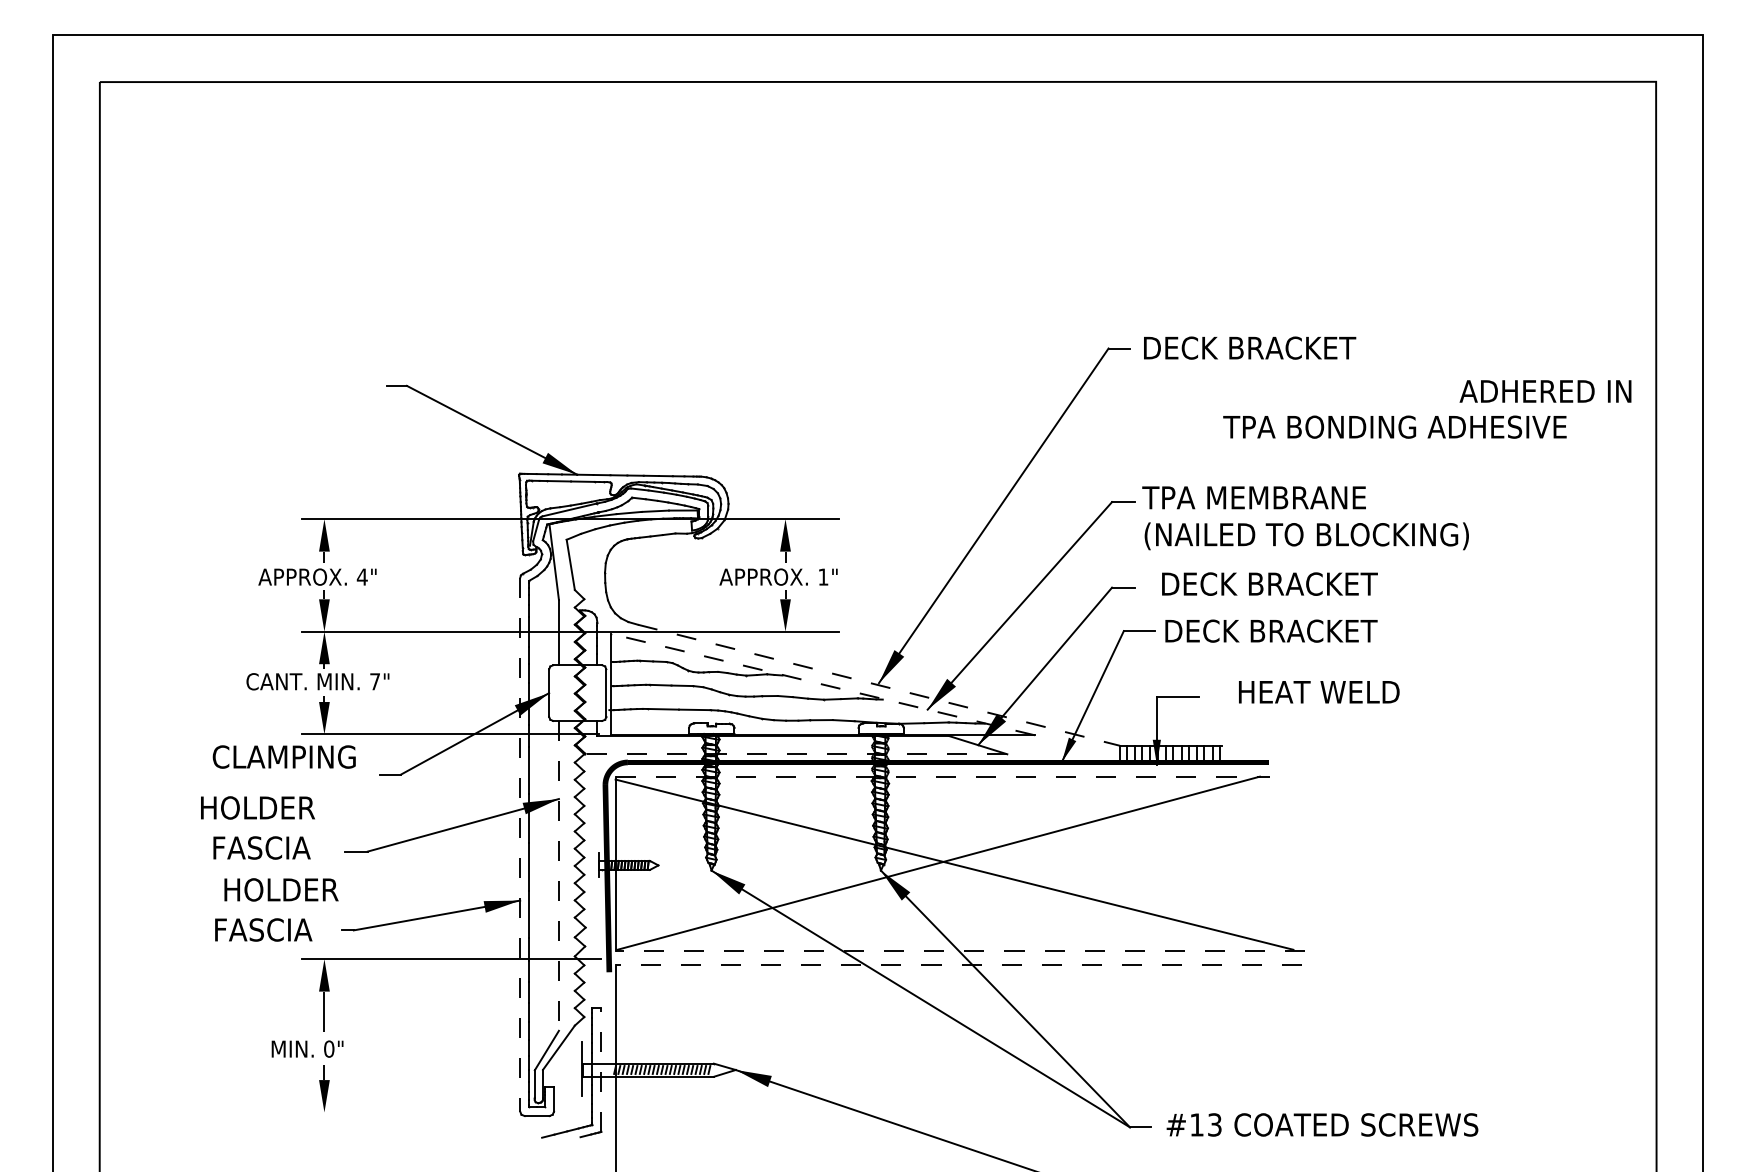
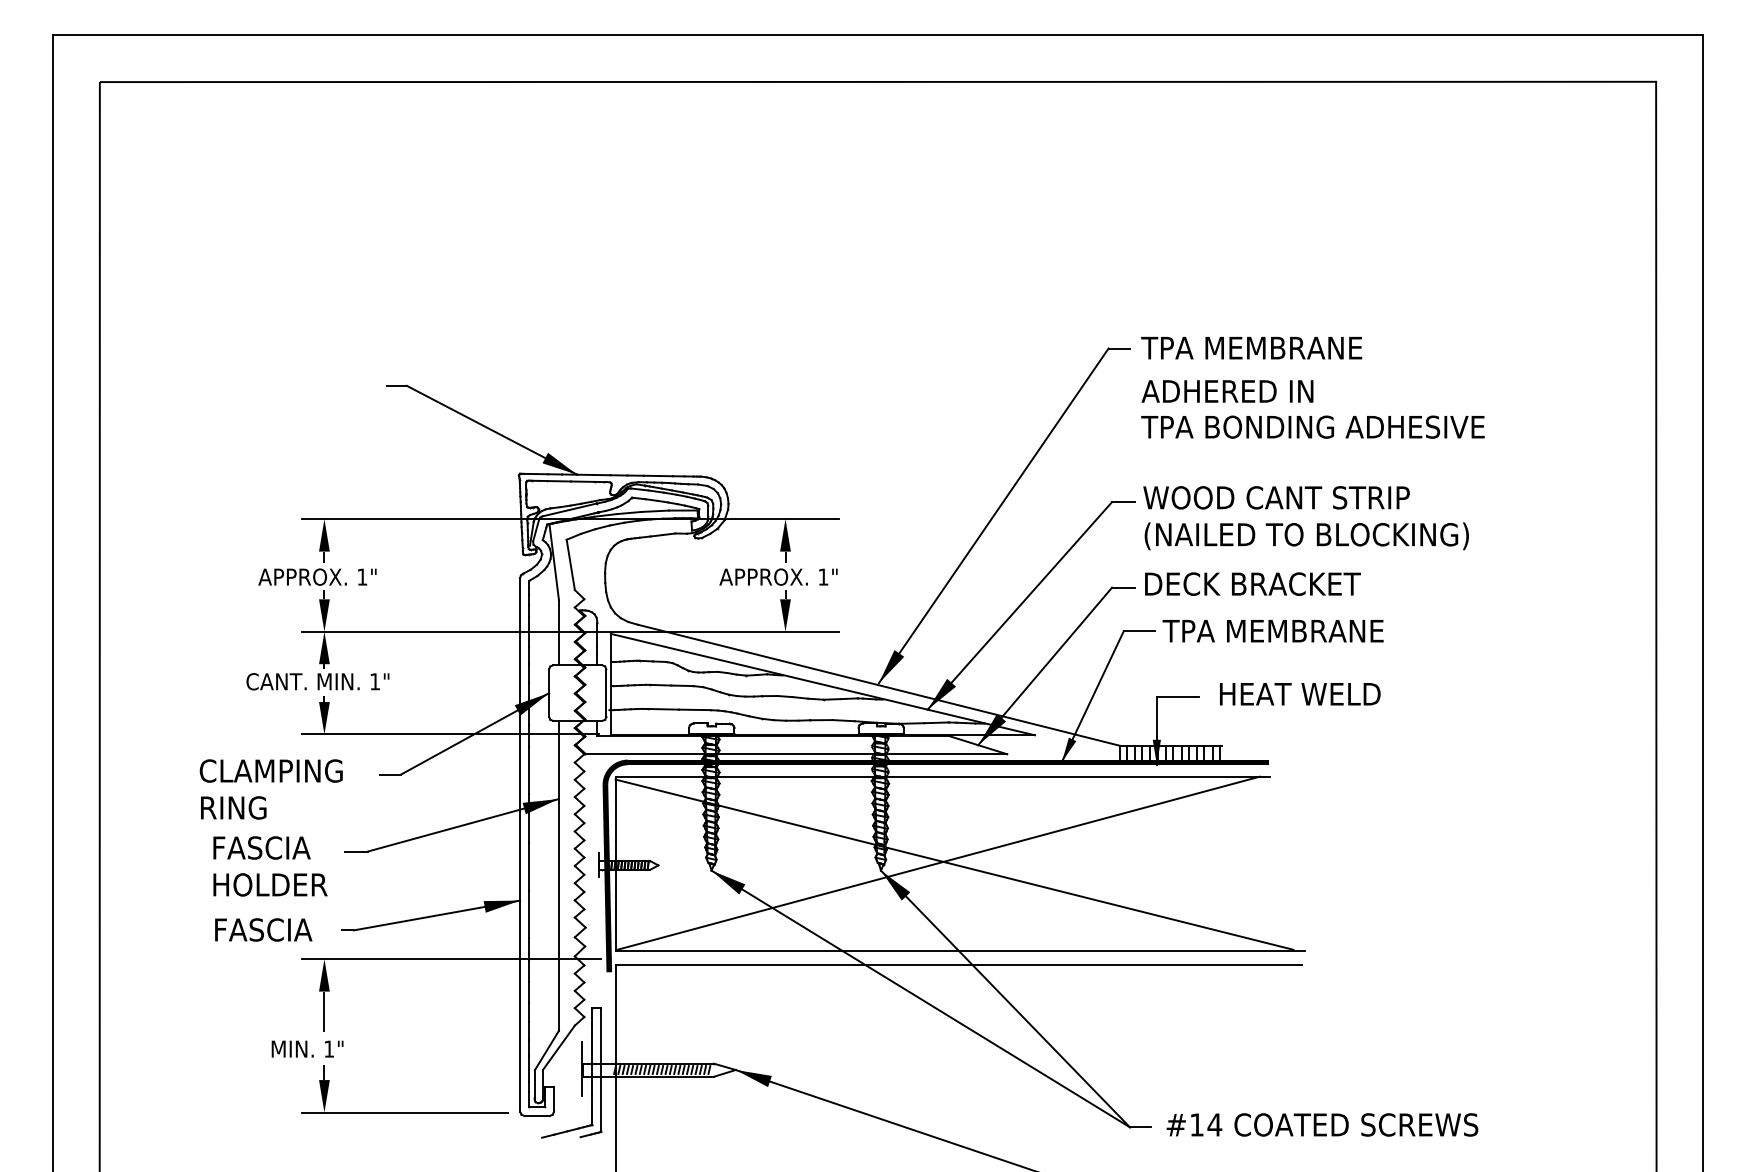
text at (1251, 347): DECK BRACKET -> TPA MEMBRANE
text at (1545, 391) position: (1545, 391) -> (1227, 391)
text at (1394, 426) position: (1394, 426) -> (1312, 426)
text at (1275, 497): TPA MEMBRANE -> WOOD CANT STRIP
text at (361, 576): 4" -> 1"
text at (1269, 583) position: (1269, 583) -> (1252, 583)
text at (1272, 630): DECK BRACKET -> TPA MEMBRANE
text at (374, 681): 7" -> 1"
line at (822, 684): dashed -> solid
line at (879, 685): dashed -> solid
text at (1319, 692) position: (1319, 692) -> (1300, 694)
line at (795, 754): dashed -> solid
text at (283, 756) position: (283, 756) -> (270, 770)
line at (942, 776): dashed -> solid
text at (259, 807): HOLDER -> RING
line at (520, 844): dashed -> solid
line at (558, 875): dashed -> solid
text at (281, 889) position: (281, 889) -> (270, 884)
line at (959, 951): dashed -> solid
line at (958, 964): dashed -> solid
text at (329, 1048): 0" -> 1"
line at (601, 1069): dashed -> solid
line at (404, 1112): none -> present
text at (1214, 1124): #13 -> #14
